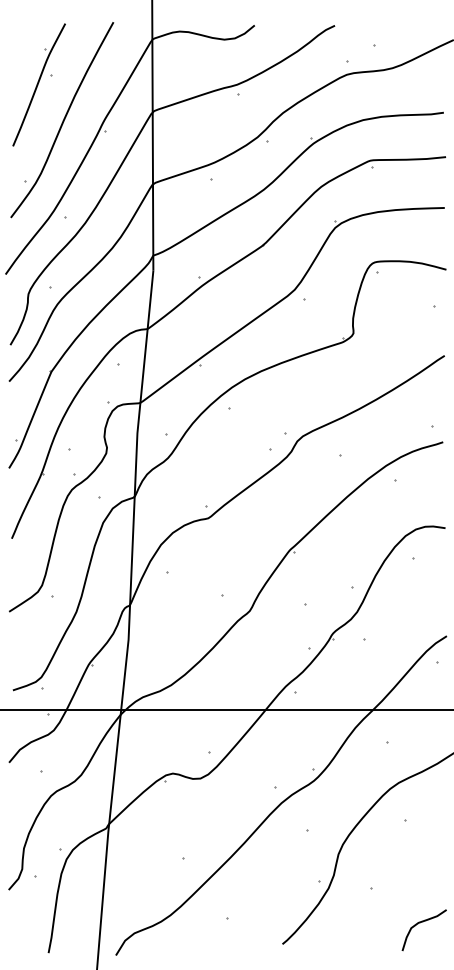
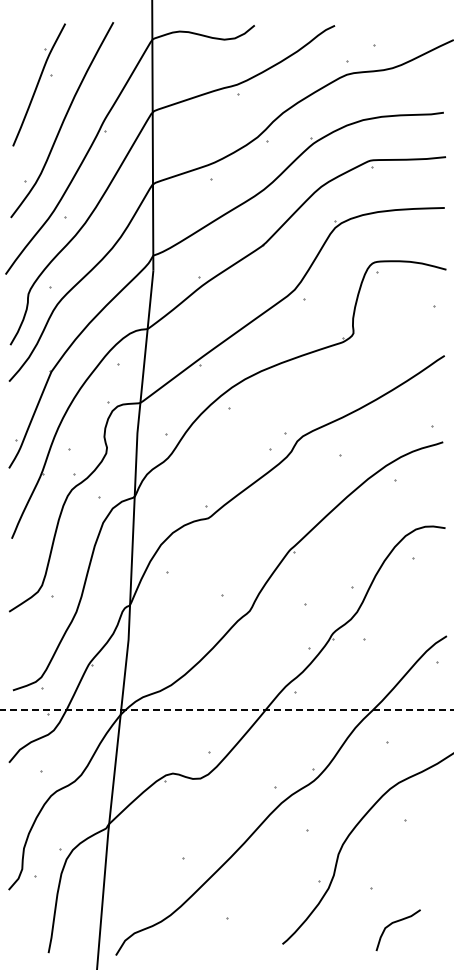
line at (227, 710): solid -> dashed
curve at (420, 923) position: (420, 923) -> (394, 923)
